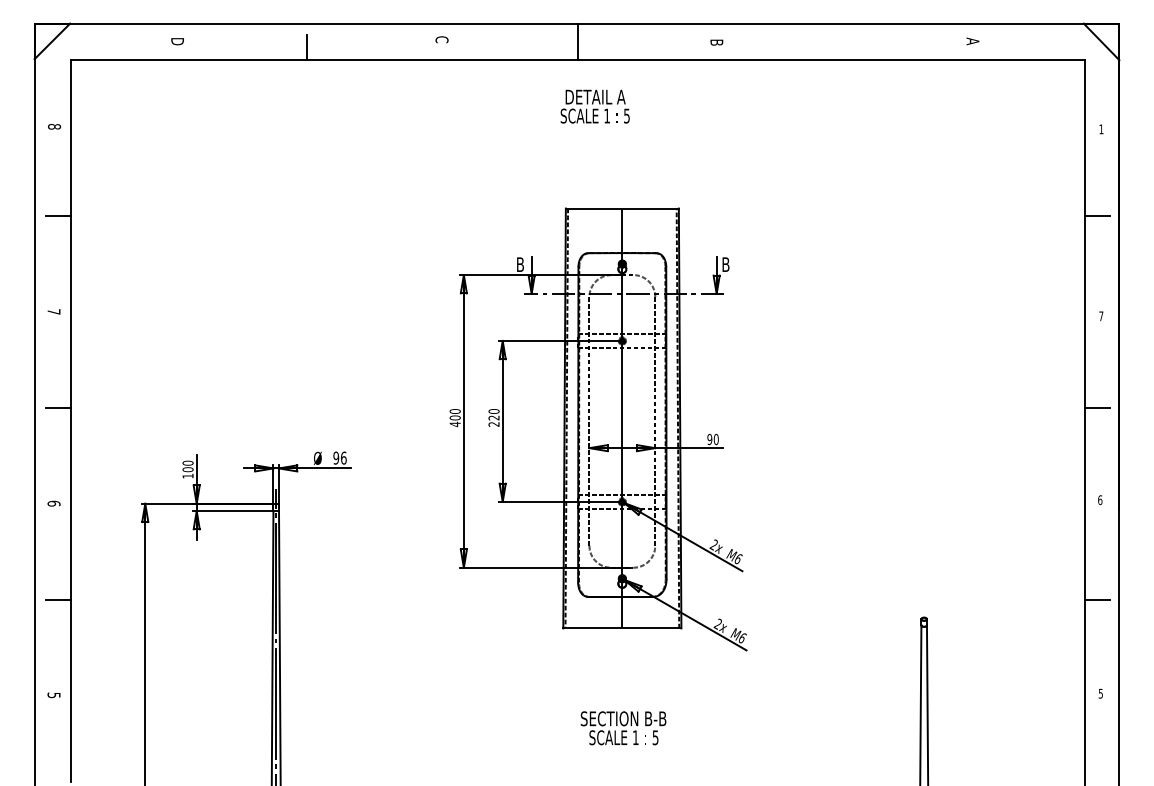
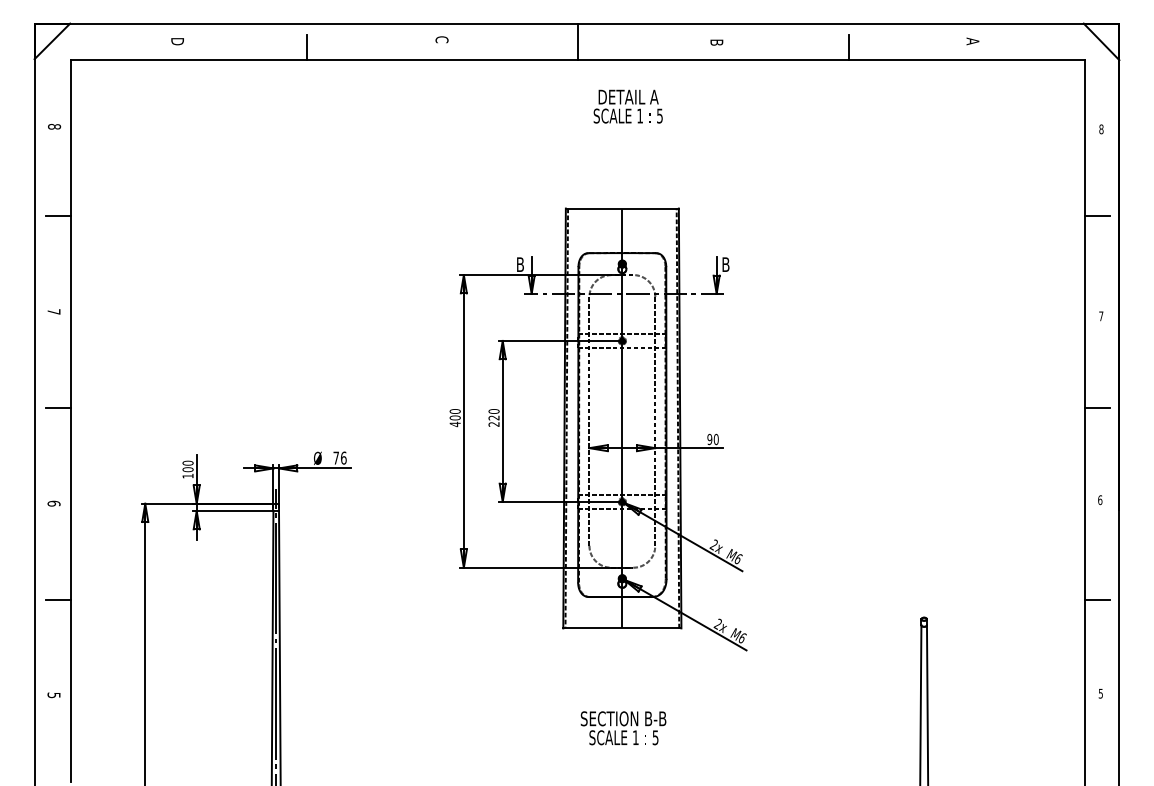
line at (848, 47): none -> present
text at (594, 106) position: (594, 106) -> (627, 106)
text at (1101, 129): 1 -> 8
text at (336, 457): 96 -> 76
